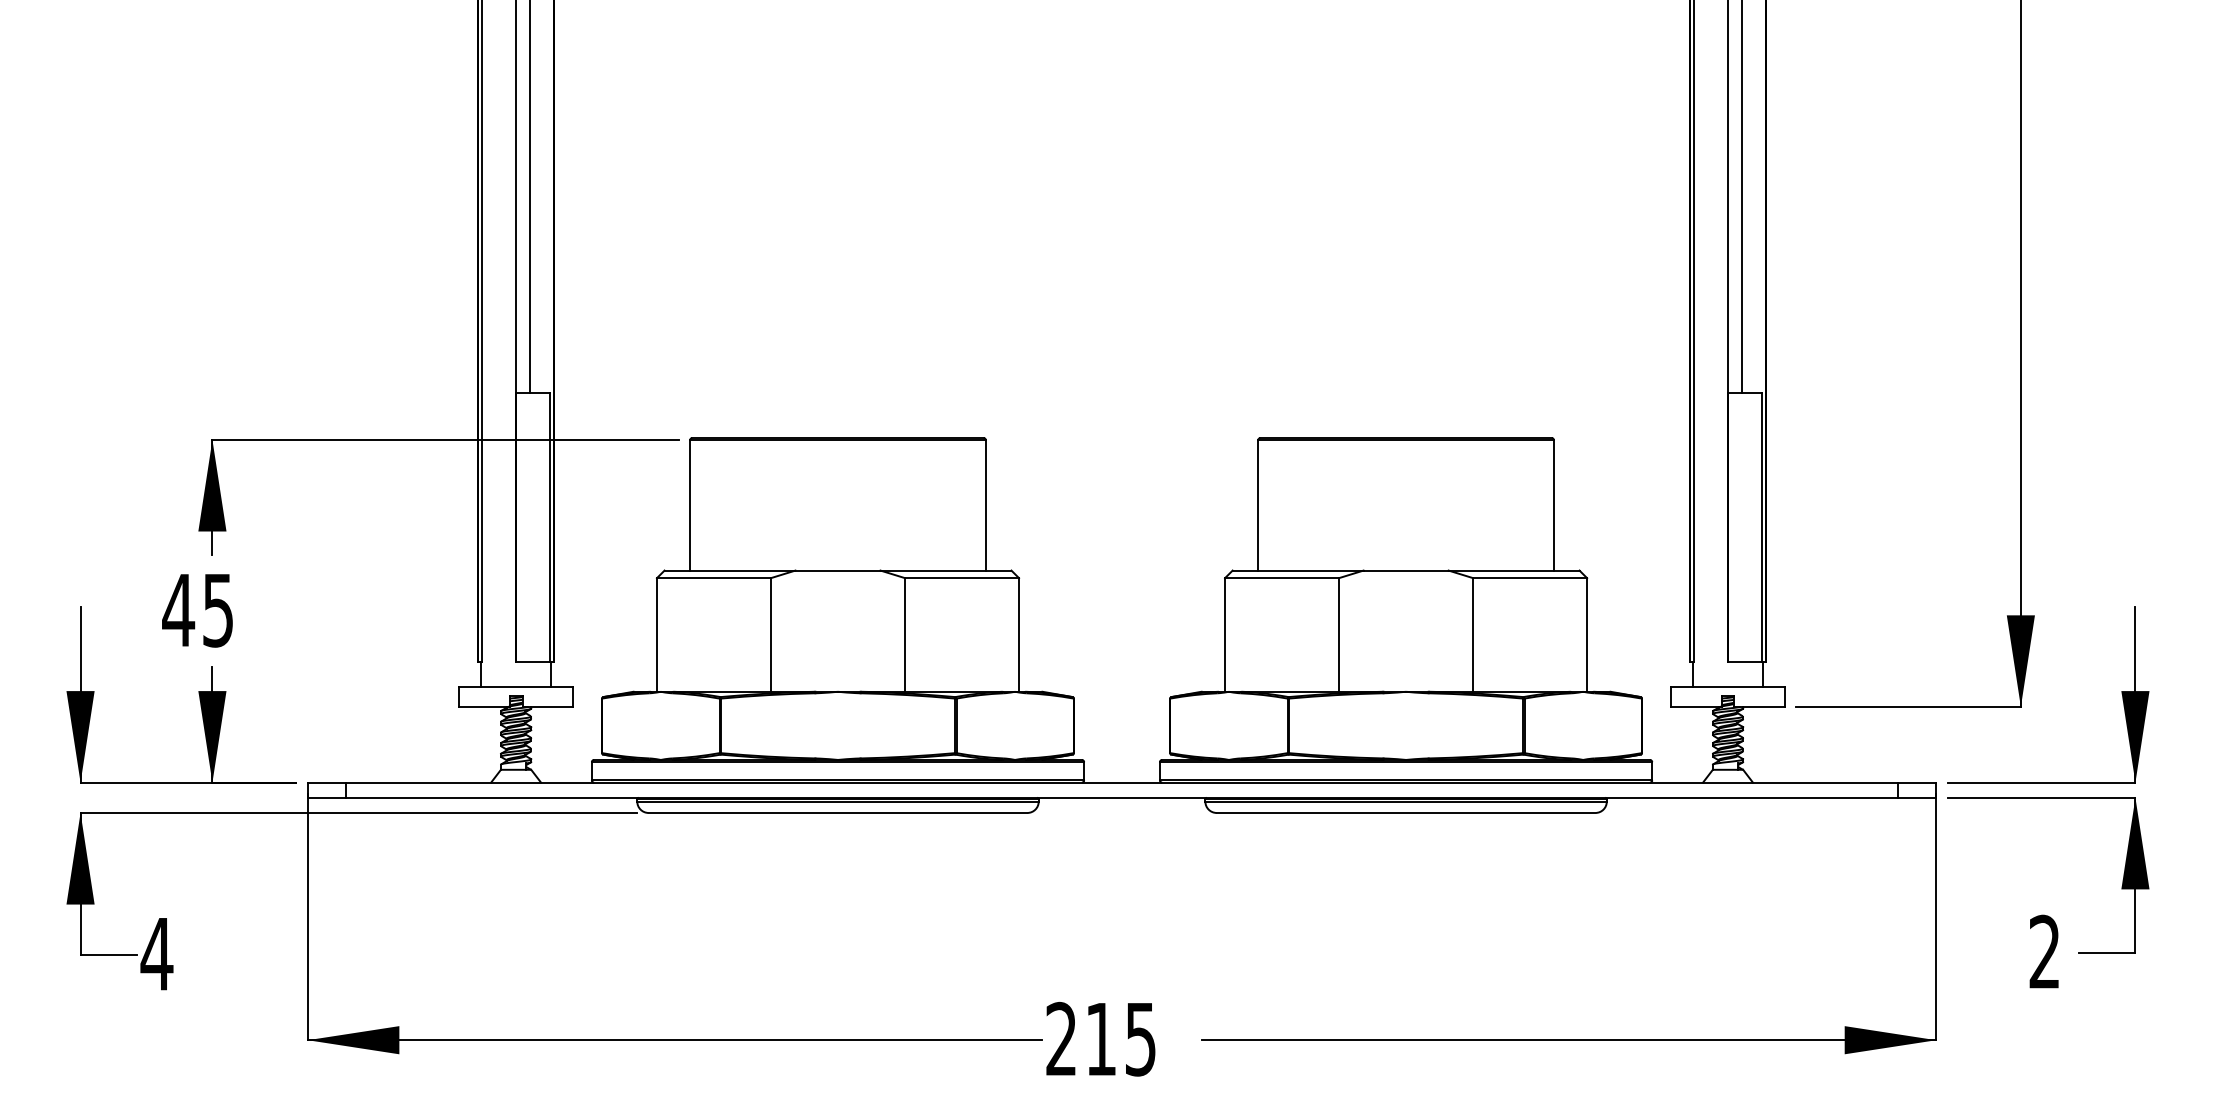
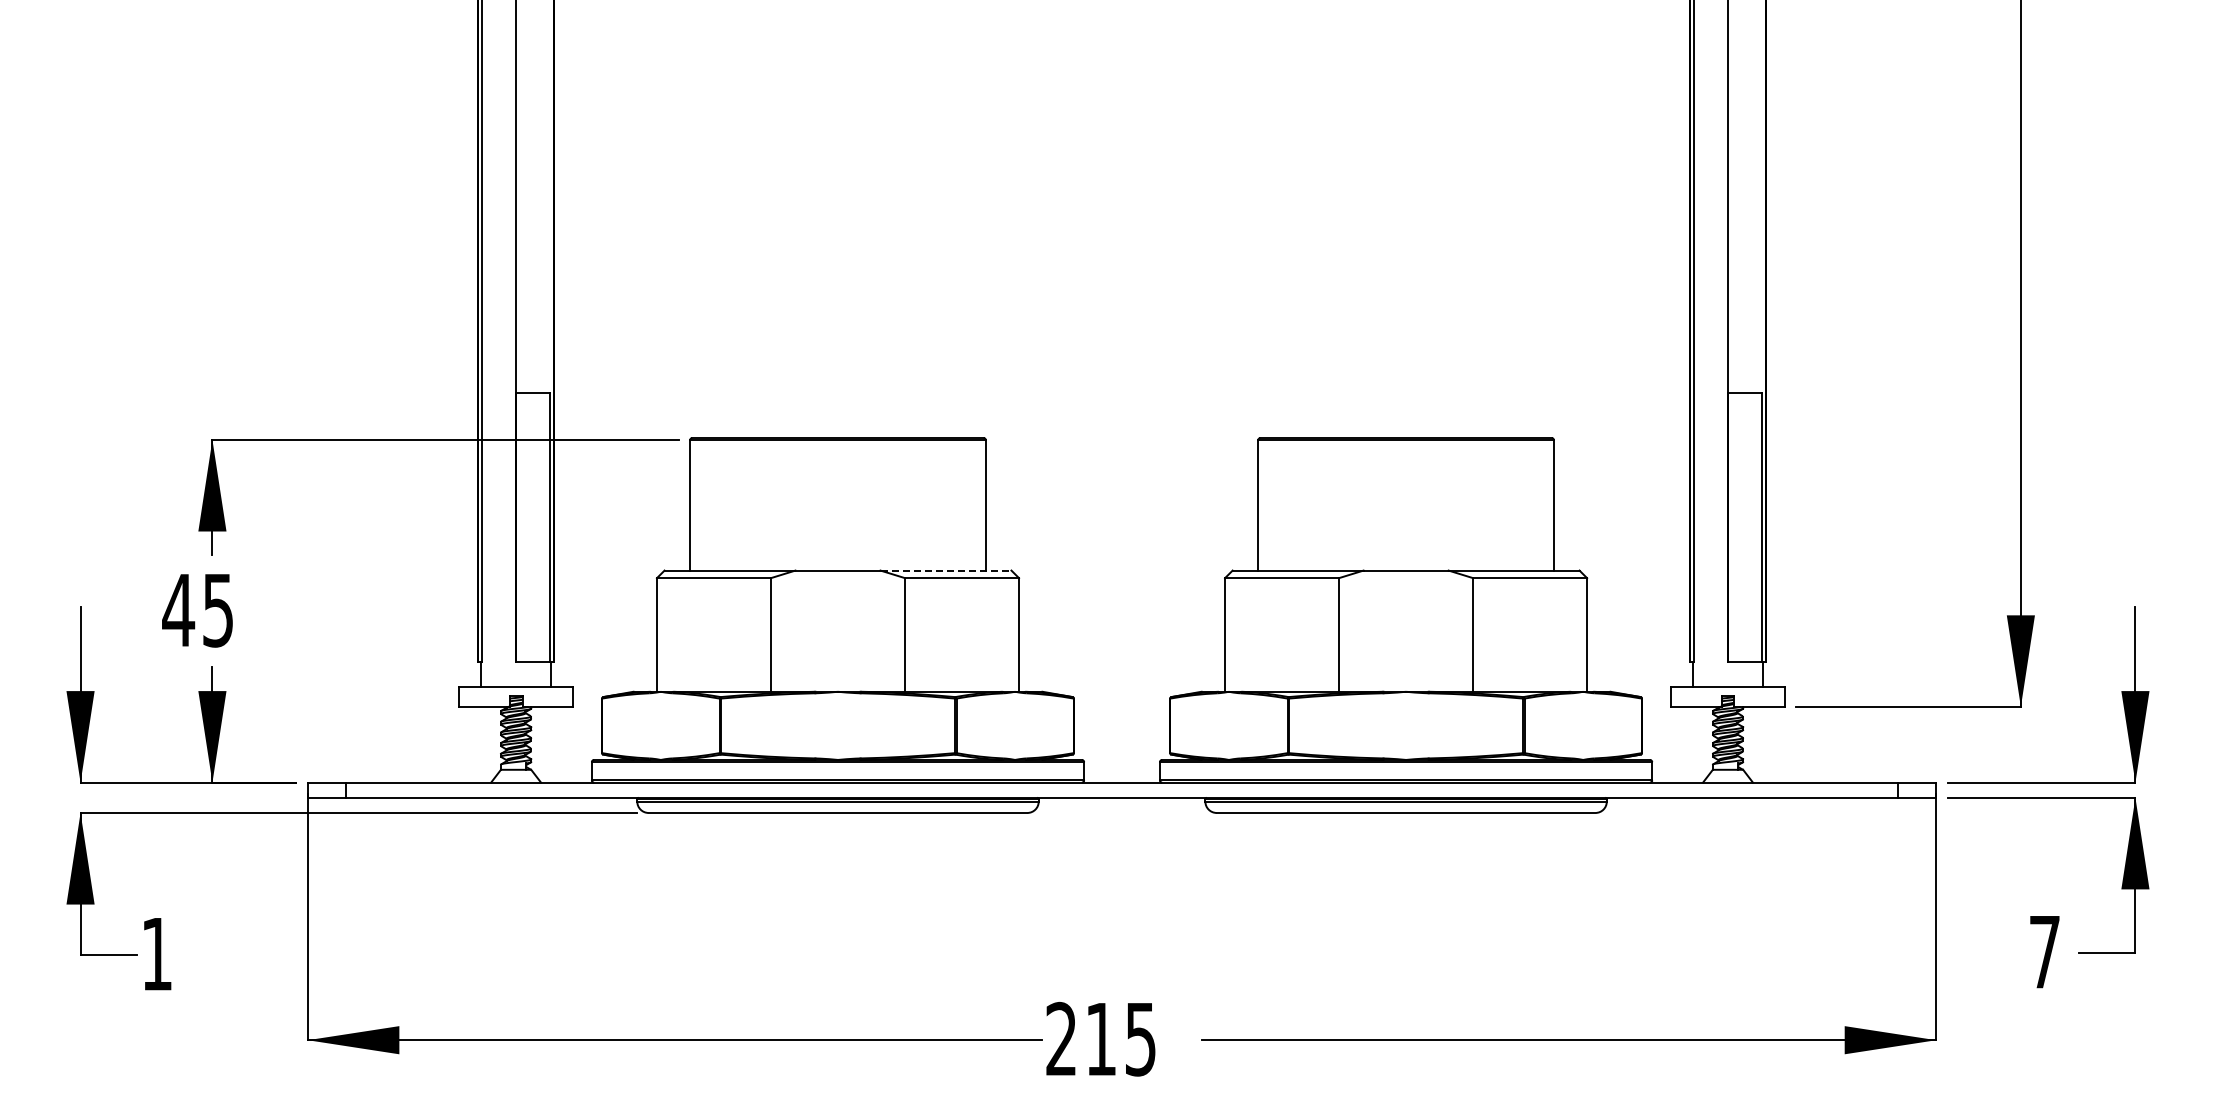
line at (530, 197): present -> none
line at (1742, 197): present -> none
line at (946, 570): solid -> dashed
text at (2044, 951): 2 -> 7
text at (156, 954): 4 -> 1
